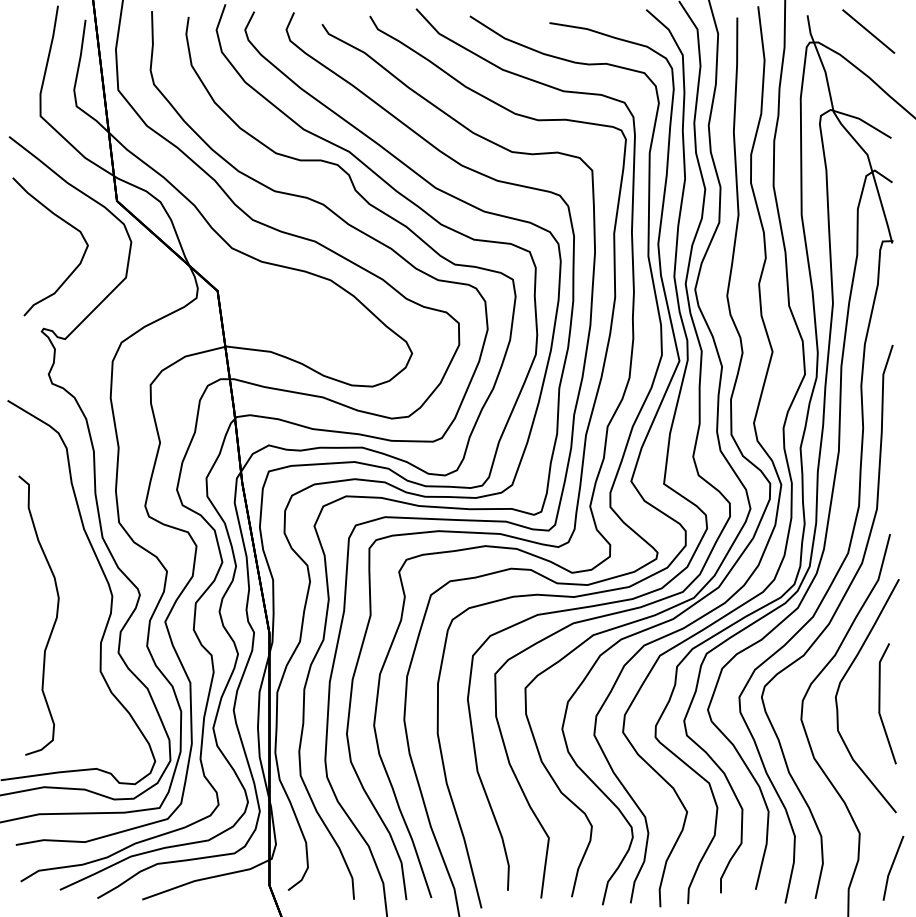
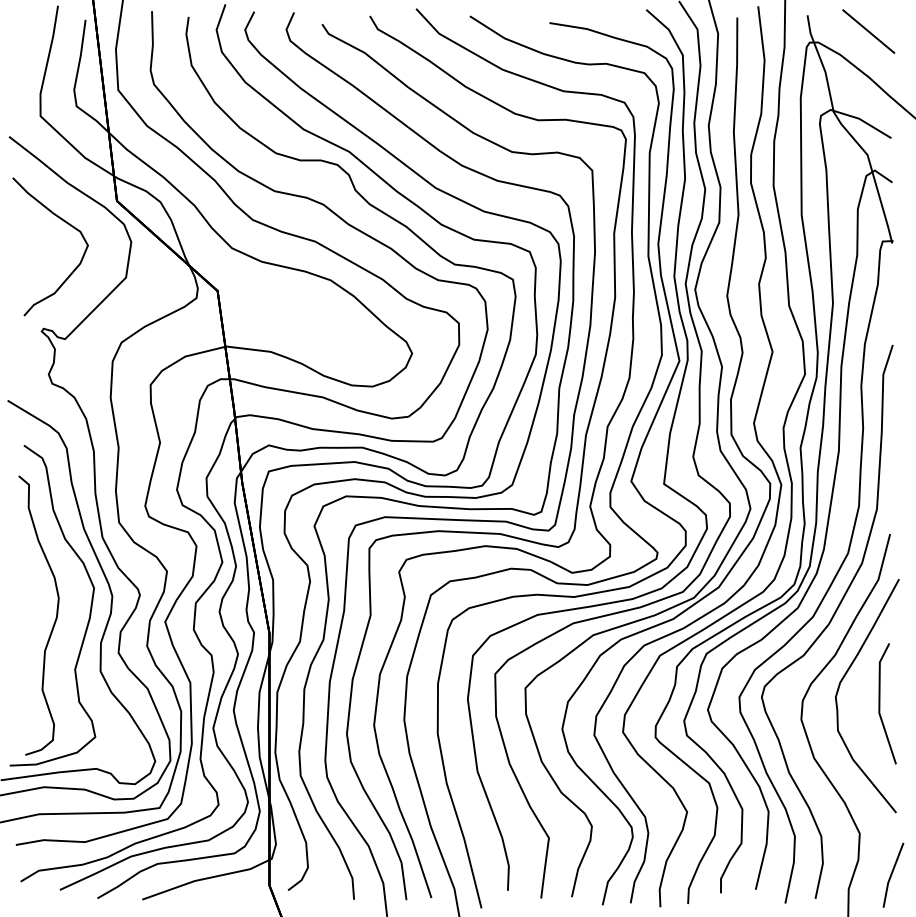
part at (89, 611): none -> present
line at (892, 867) position: (892, 867) -> (892, 874)
